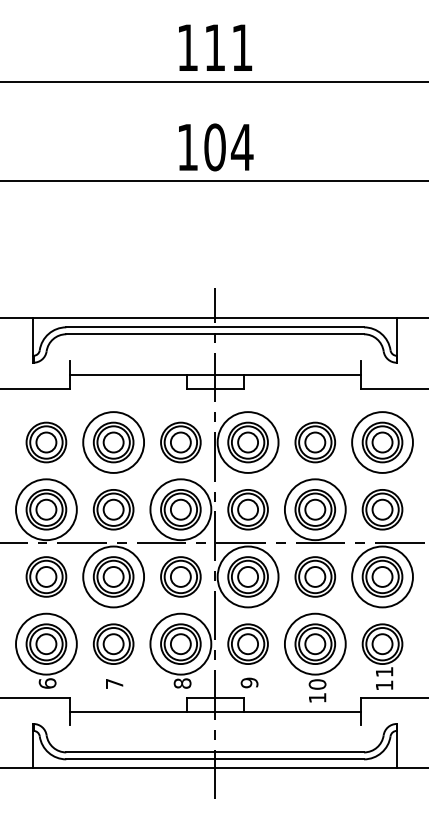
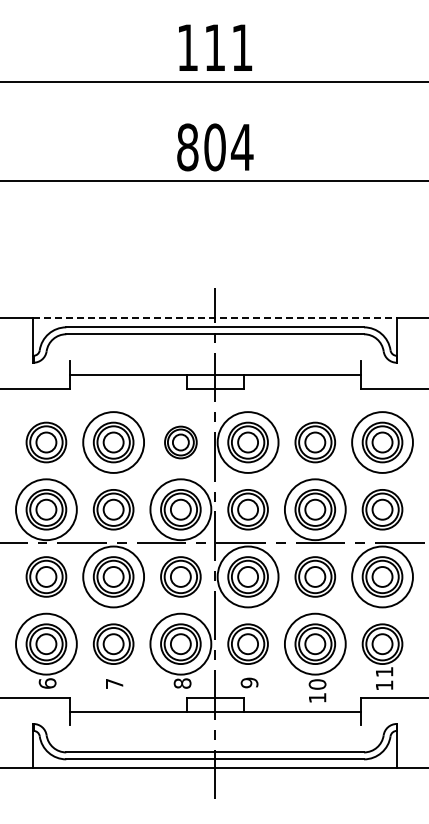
text at (187, 147): 104 -> 804
line at (215, 318): solid -> dashed
part at (180, 442) size: 42x43 px -> 34x35 px
